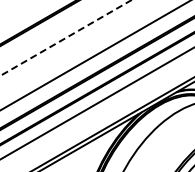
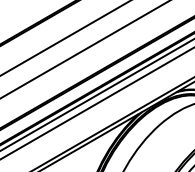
line at (65, 38): dashed -> solid
line at (95, 55) position: (95, 55) -> (84, 49)
line at (96, 94): none -> present
